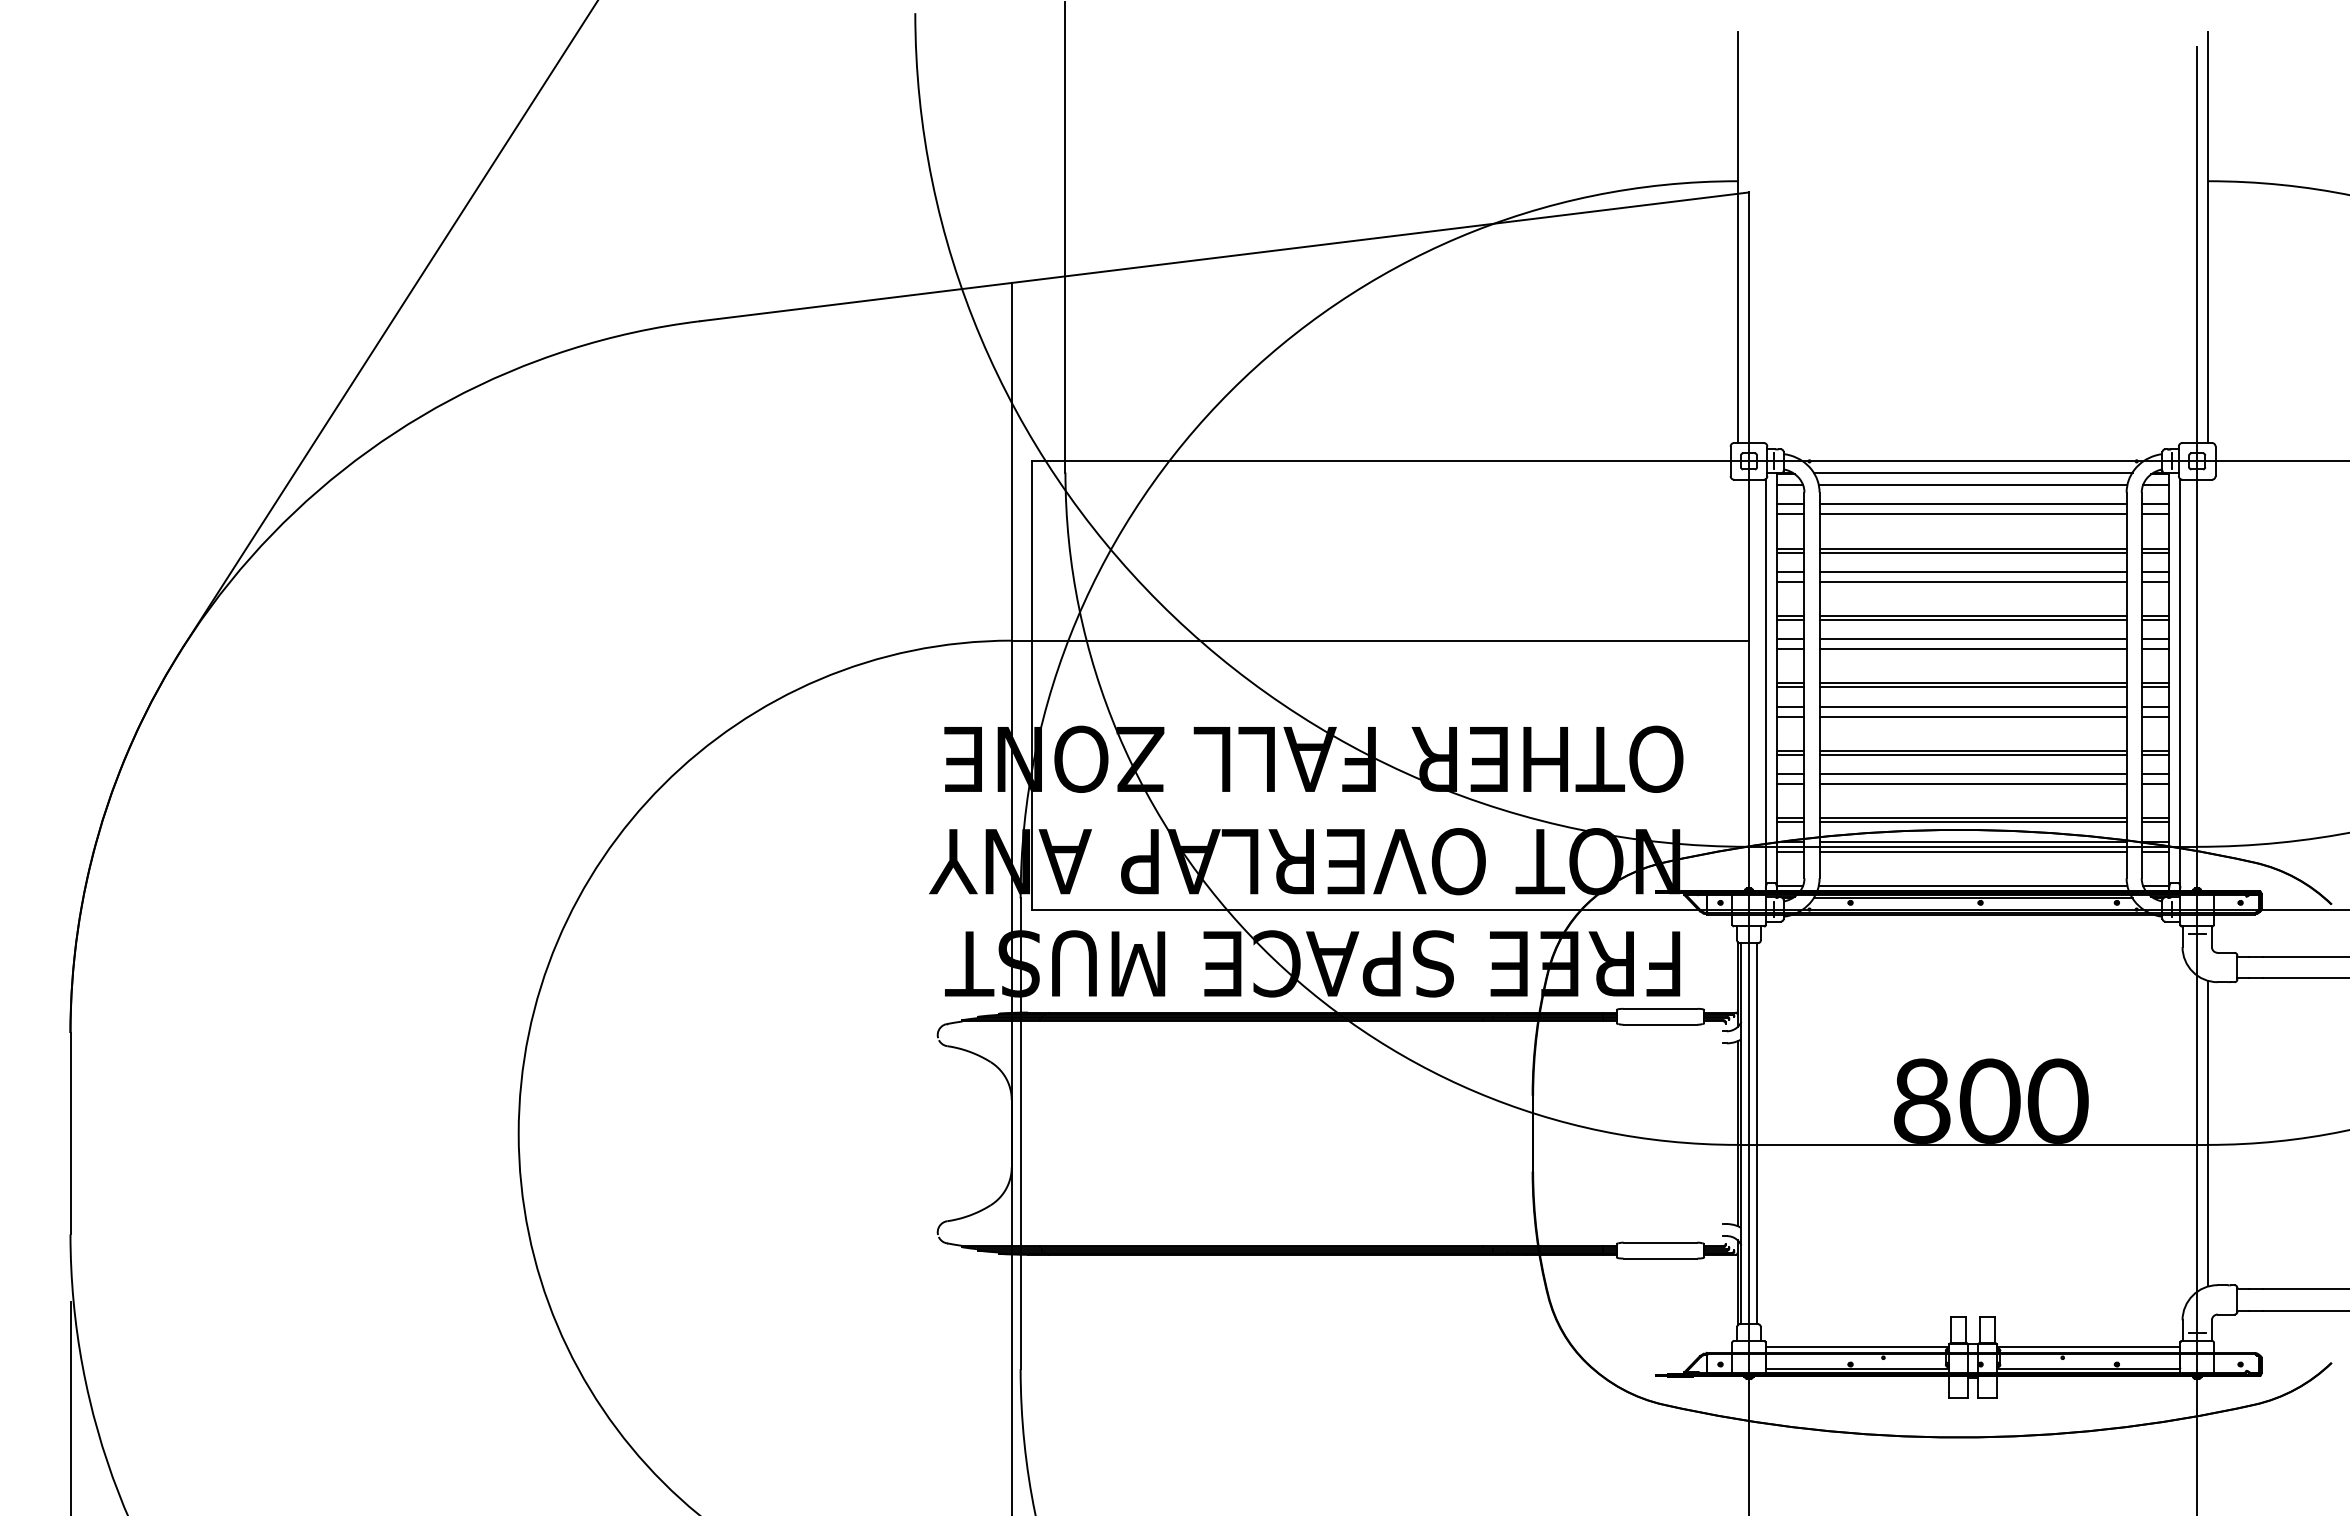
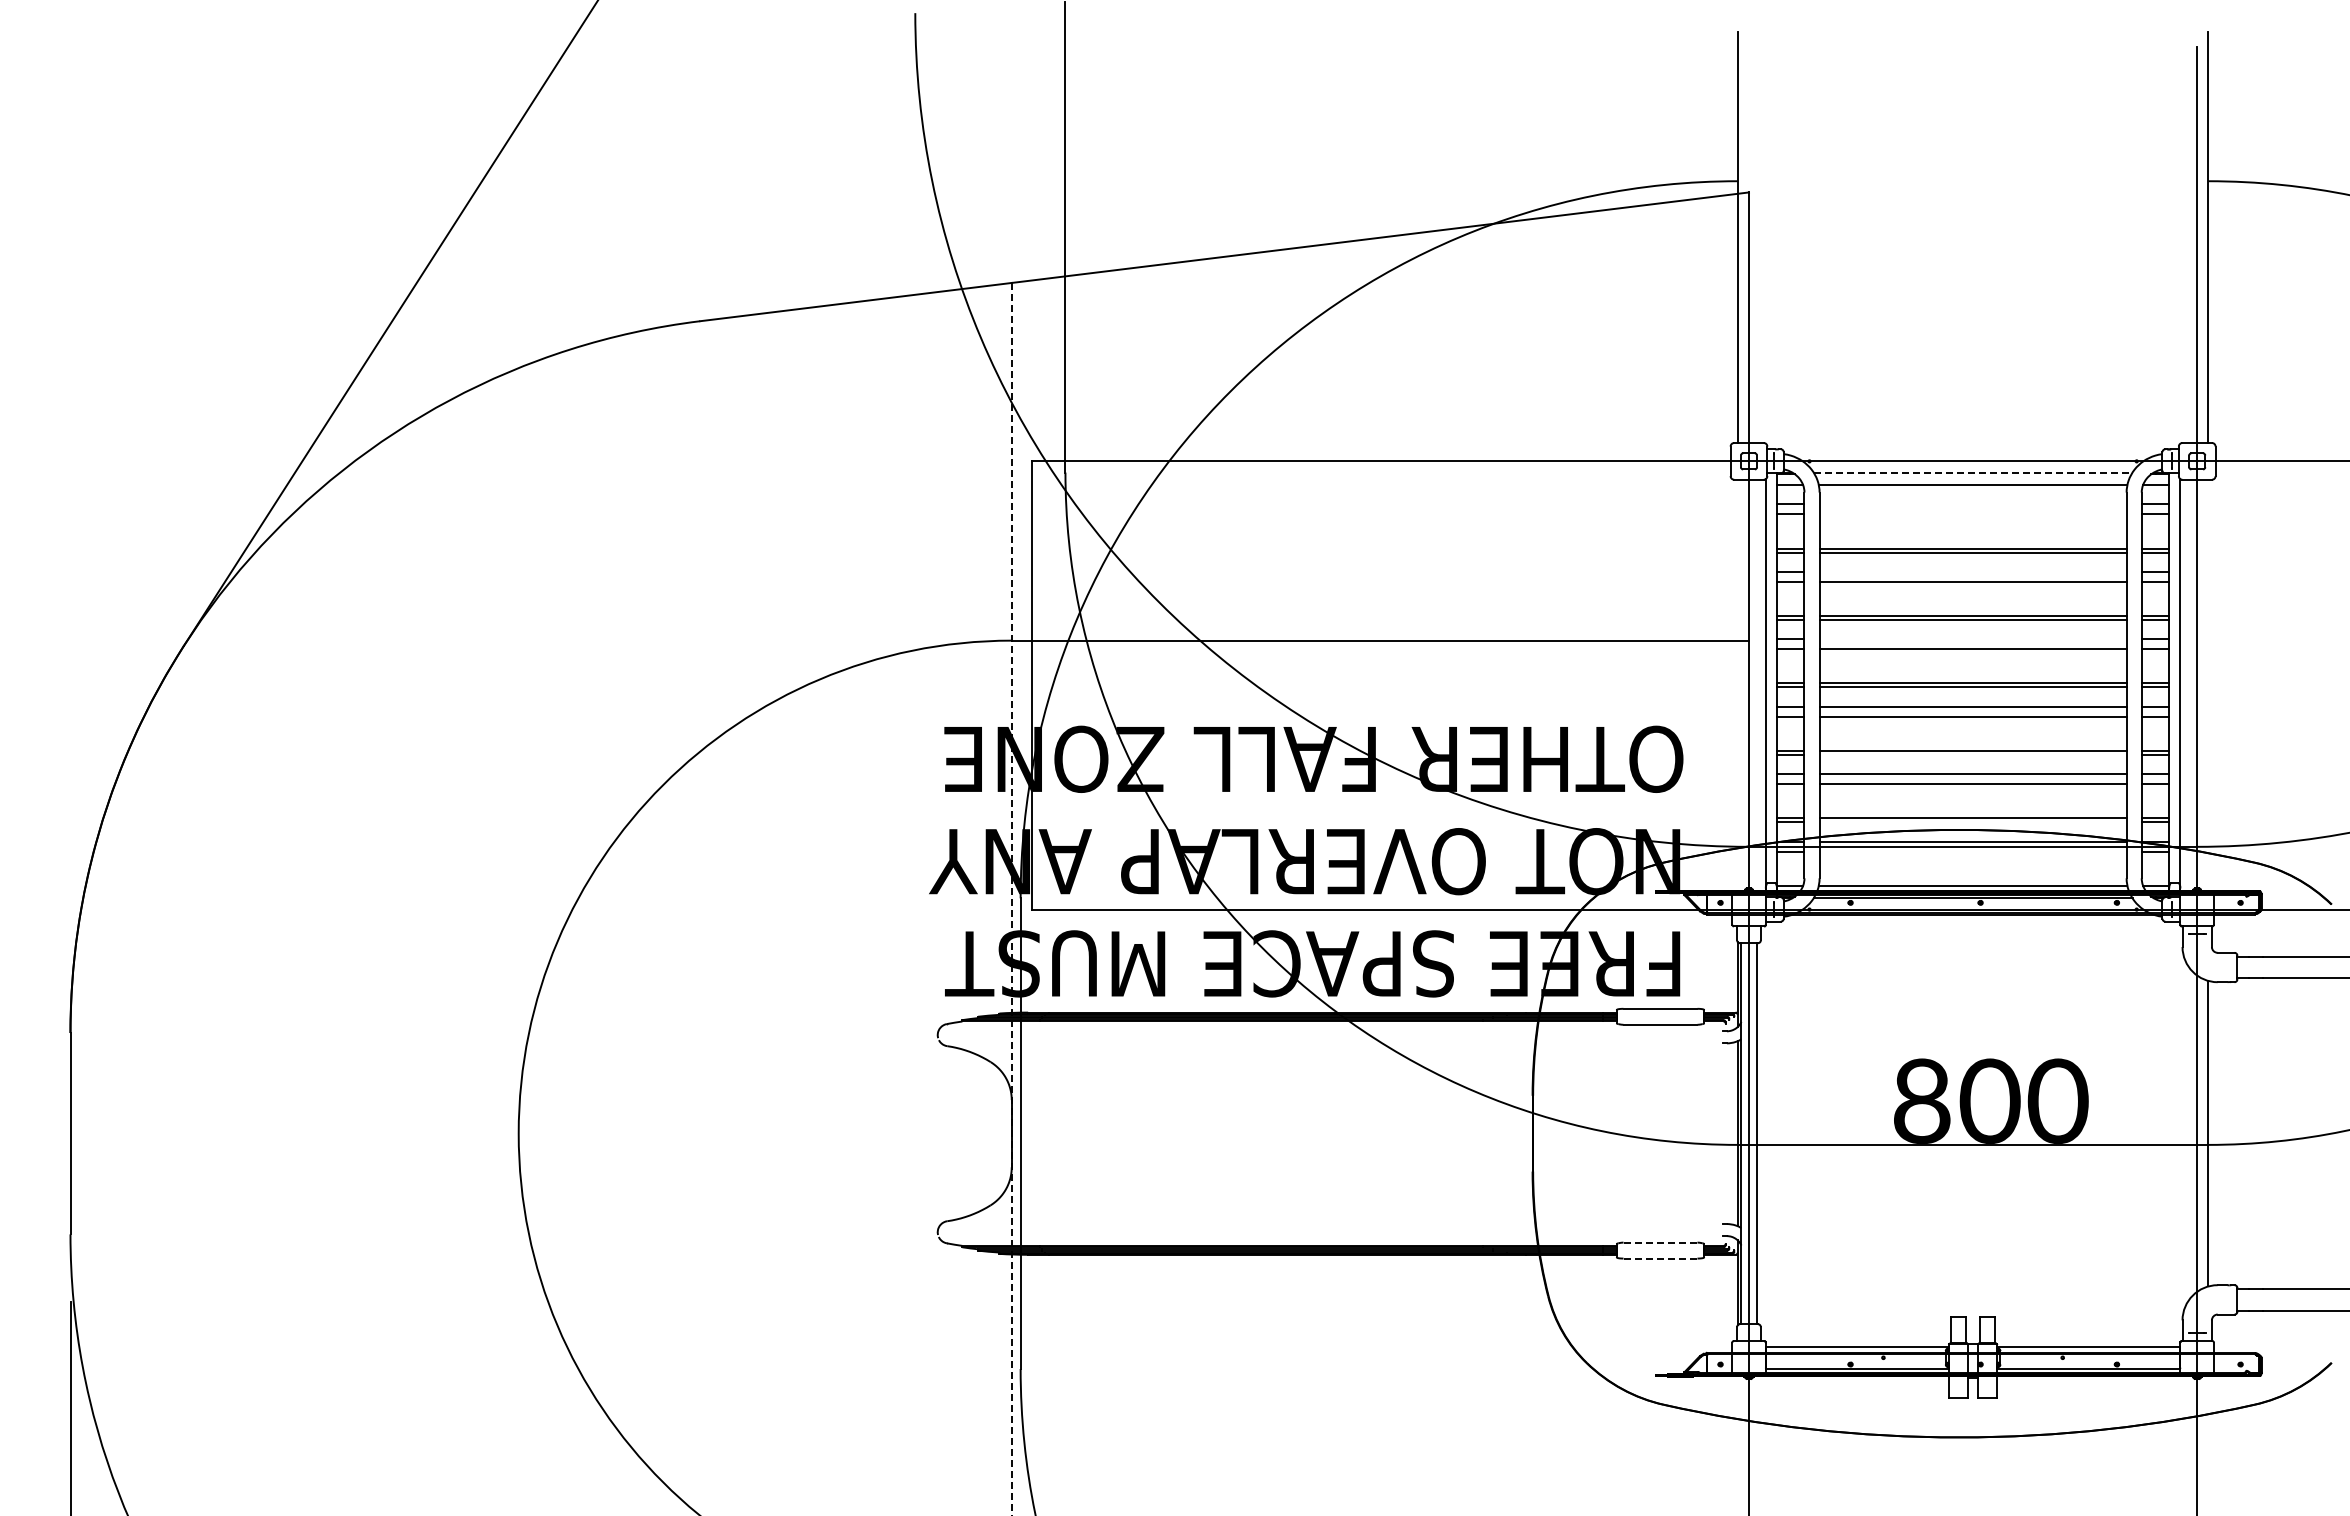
line at (1973, 472): solid -> dashed
line at (1972, 504): present -> none
line at (1972, 514): present -> none
line at (1972, 571): present -> none
line at (1972, 639): present -> none
line at (1972, 754): present -> none
line at (1972, 822): present -> none
line at (1972, 851): present -> none
line at (1011, 898): solid -> dashed
line at (1660, 1242): solid -> dashed
line at (1660, 1258): solid -> dashed
